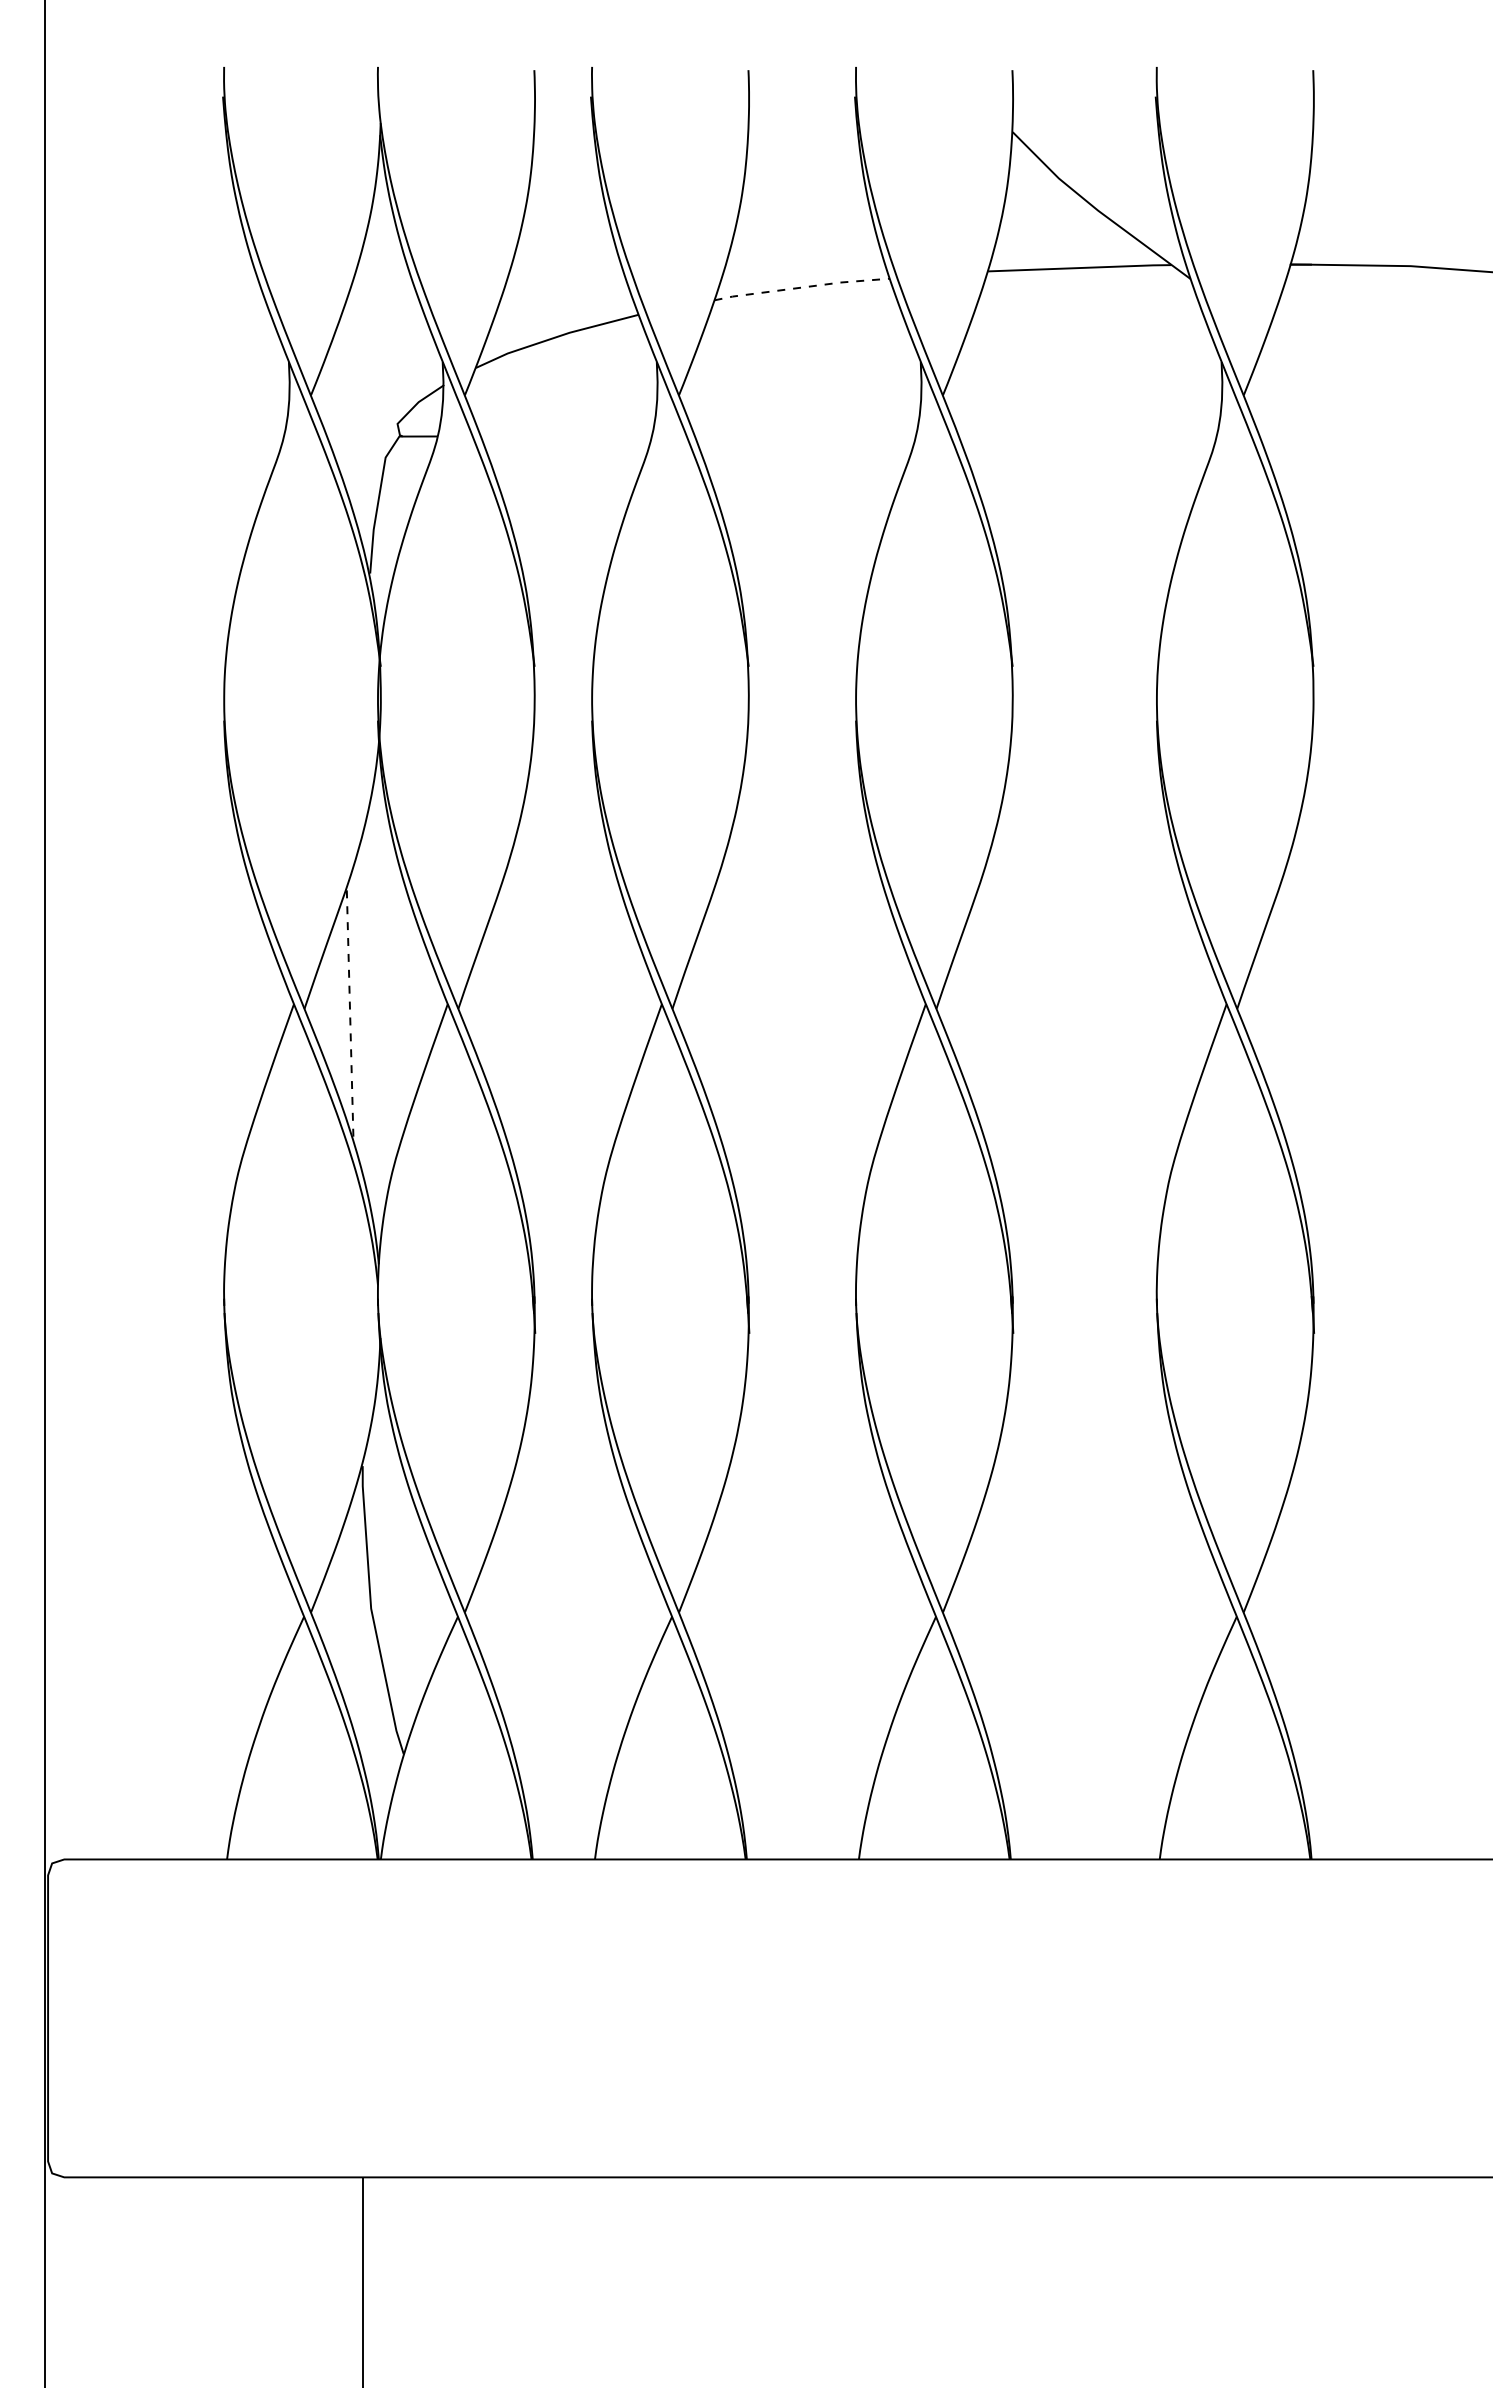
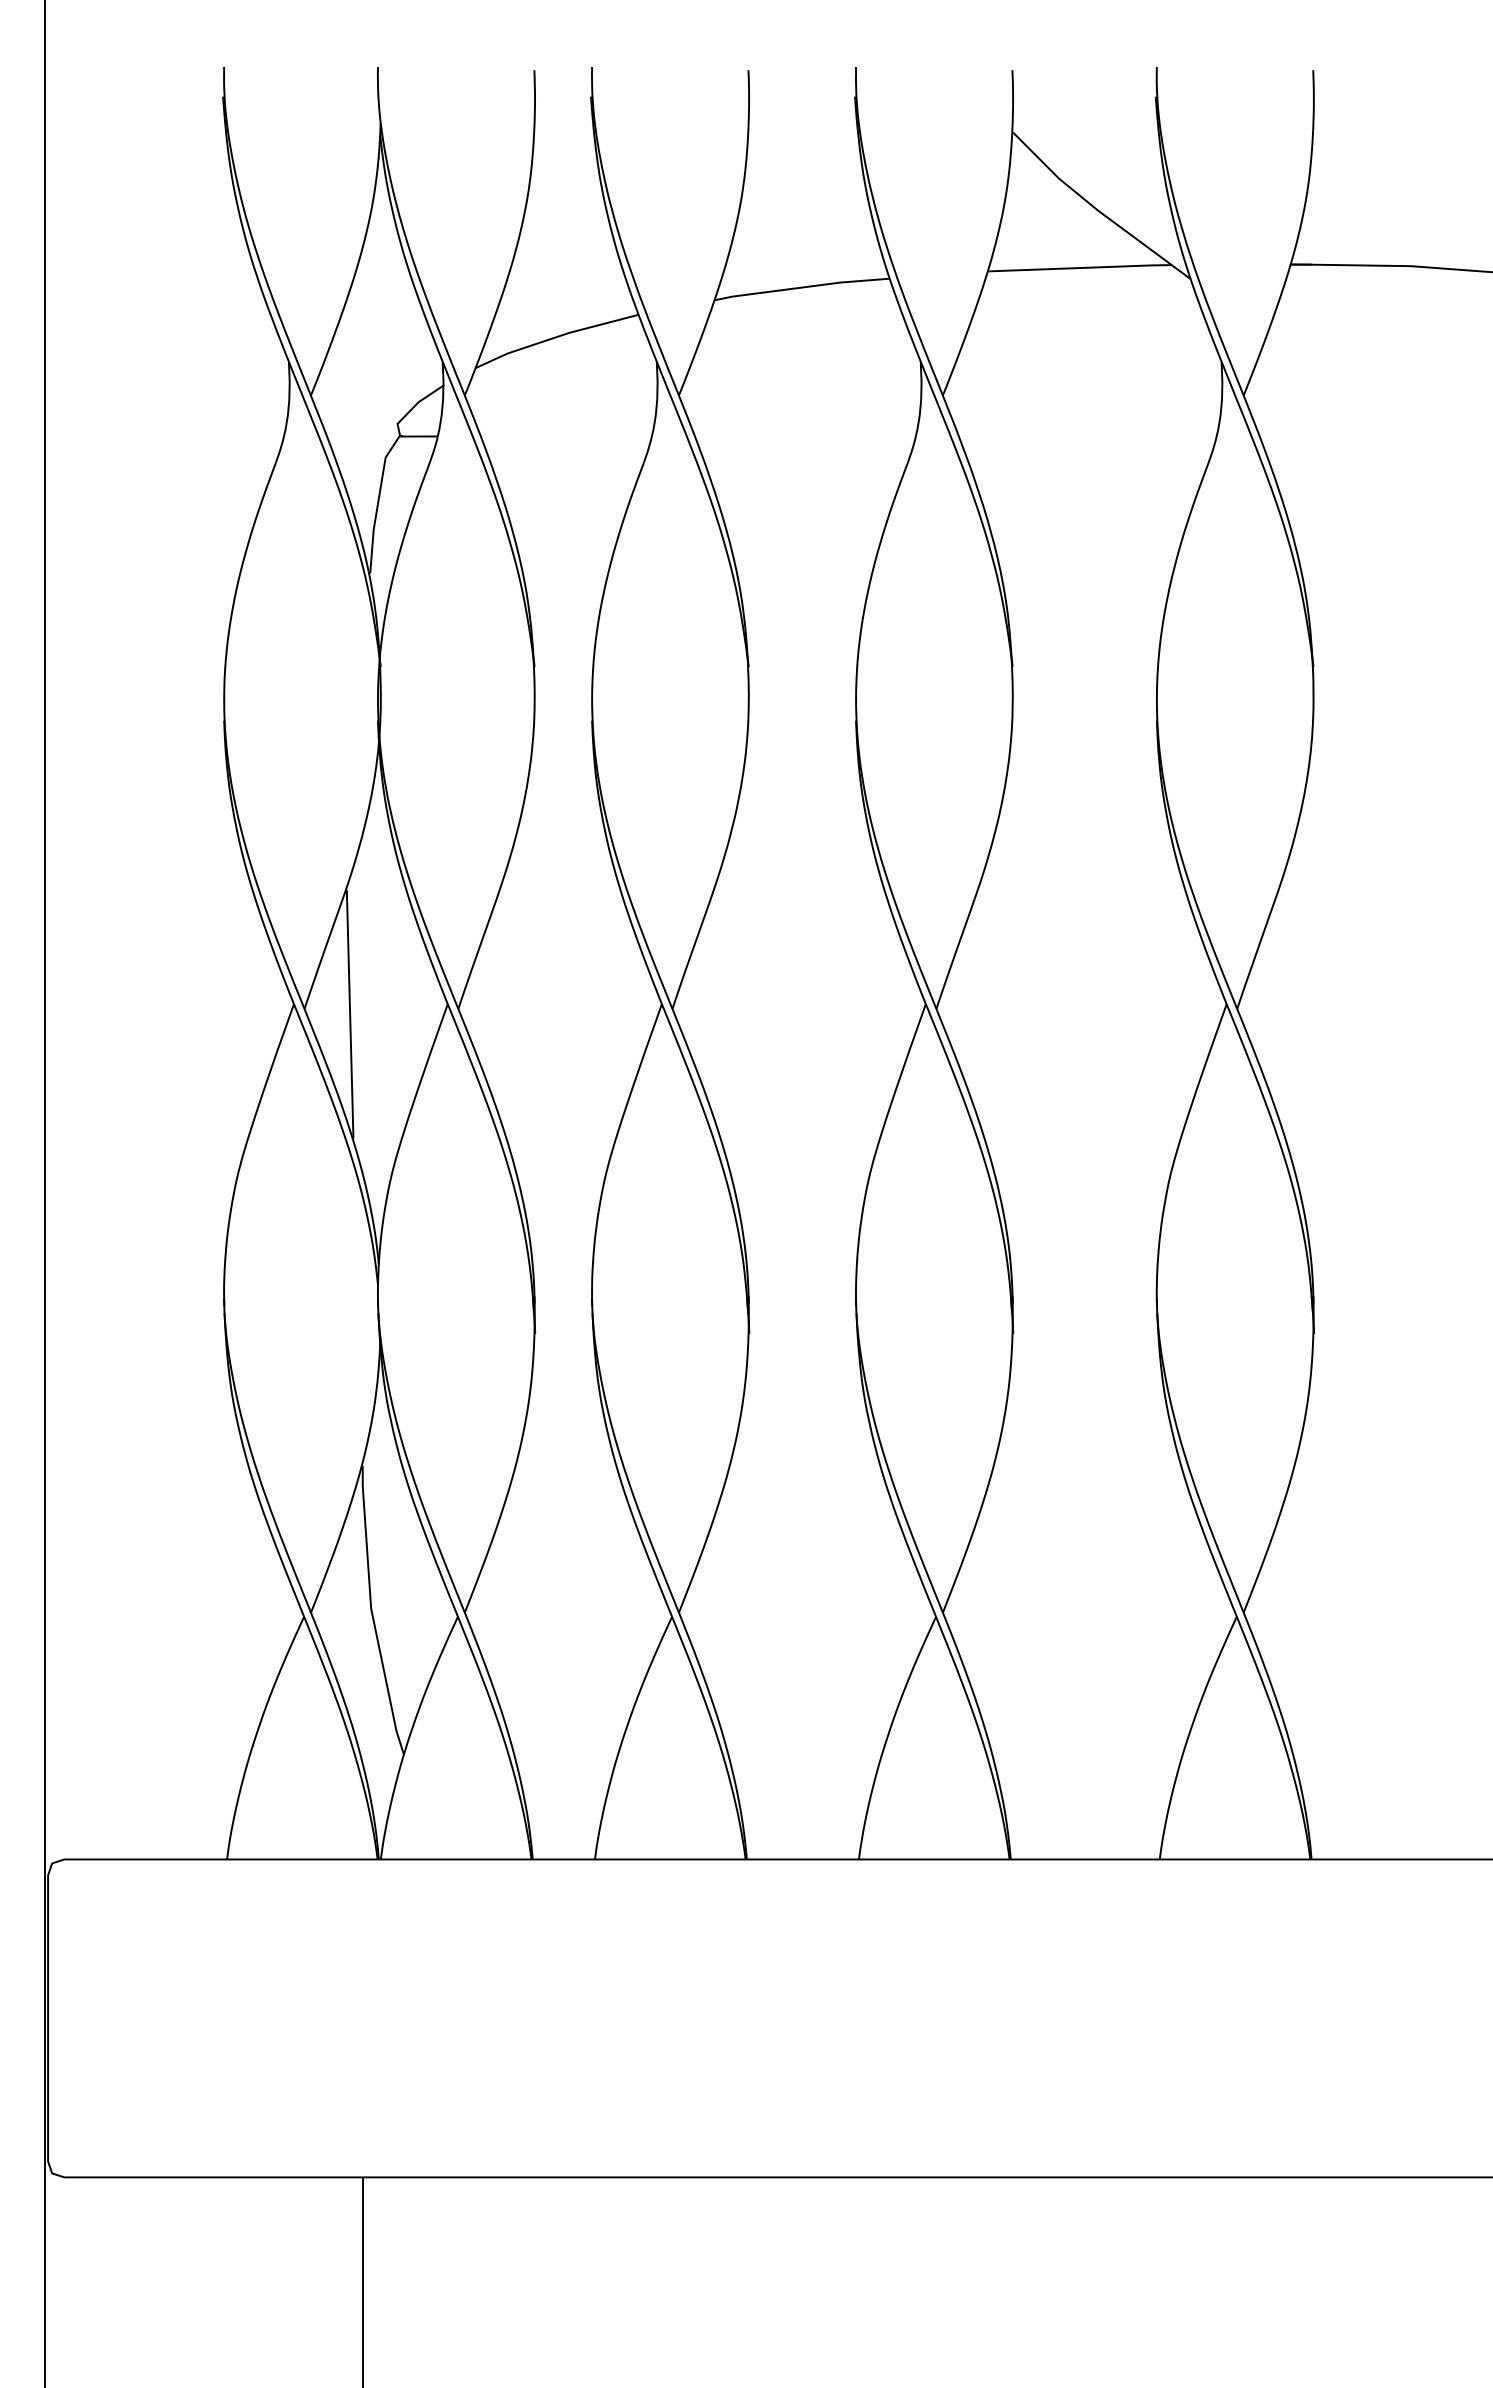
line at (802, 287): dashed -> solid
line at (350, 1014): dashed -> solid
